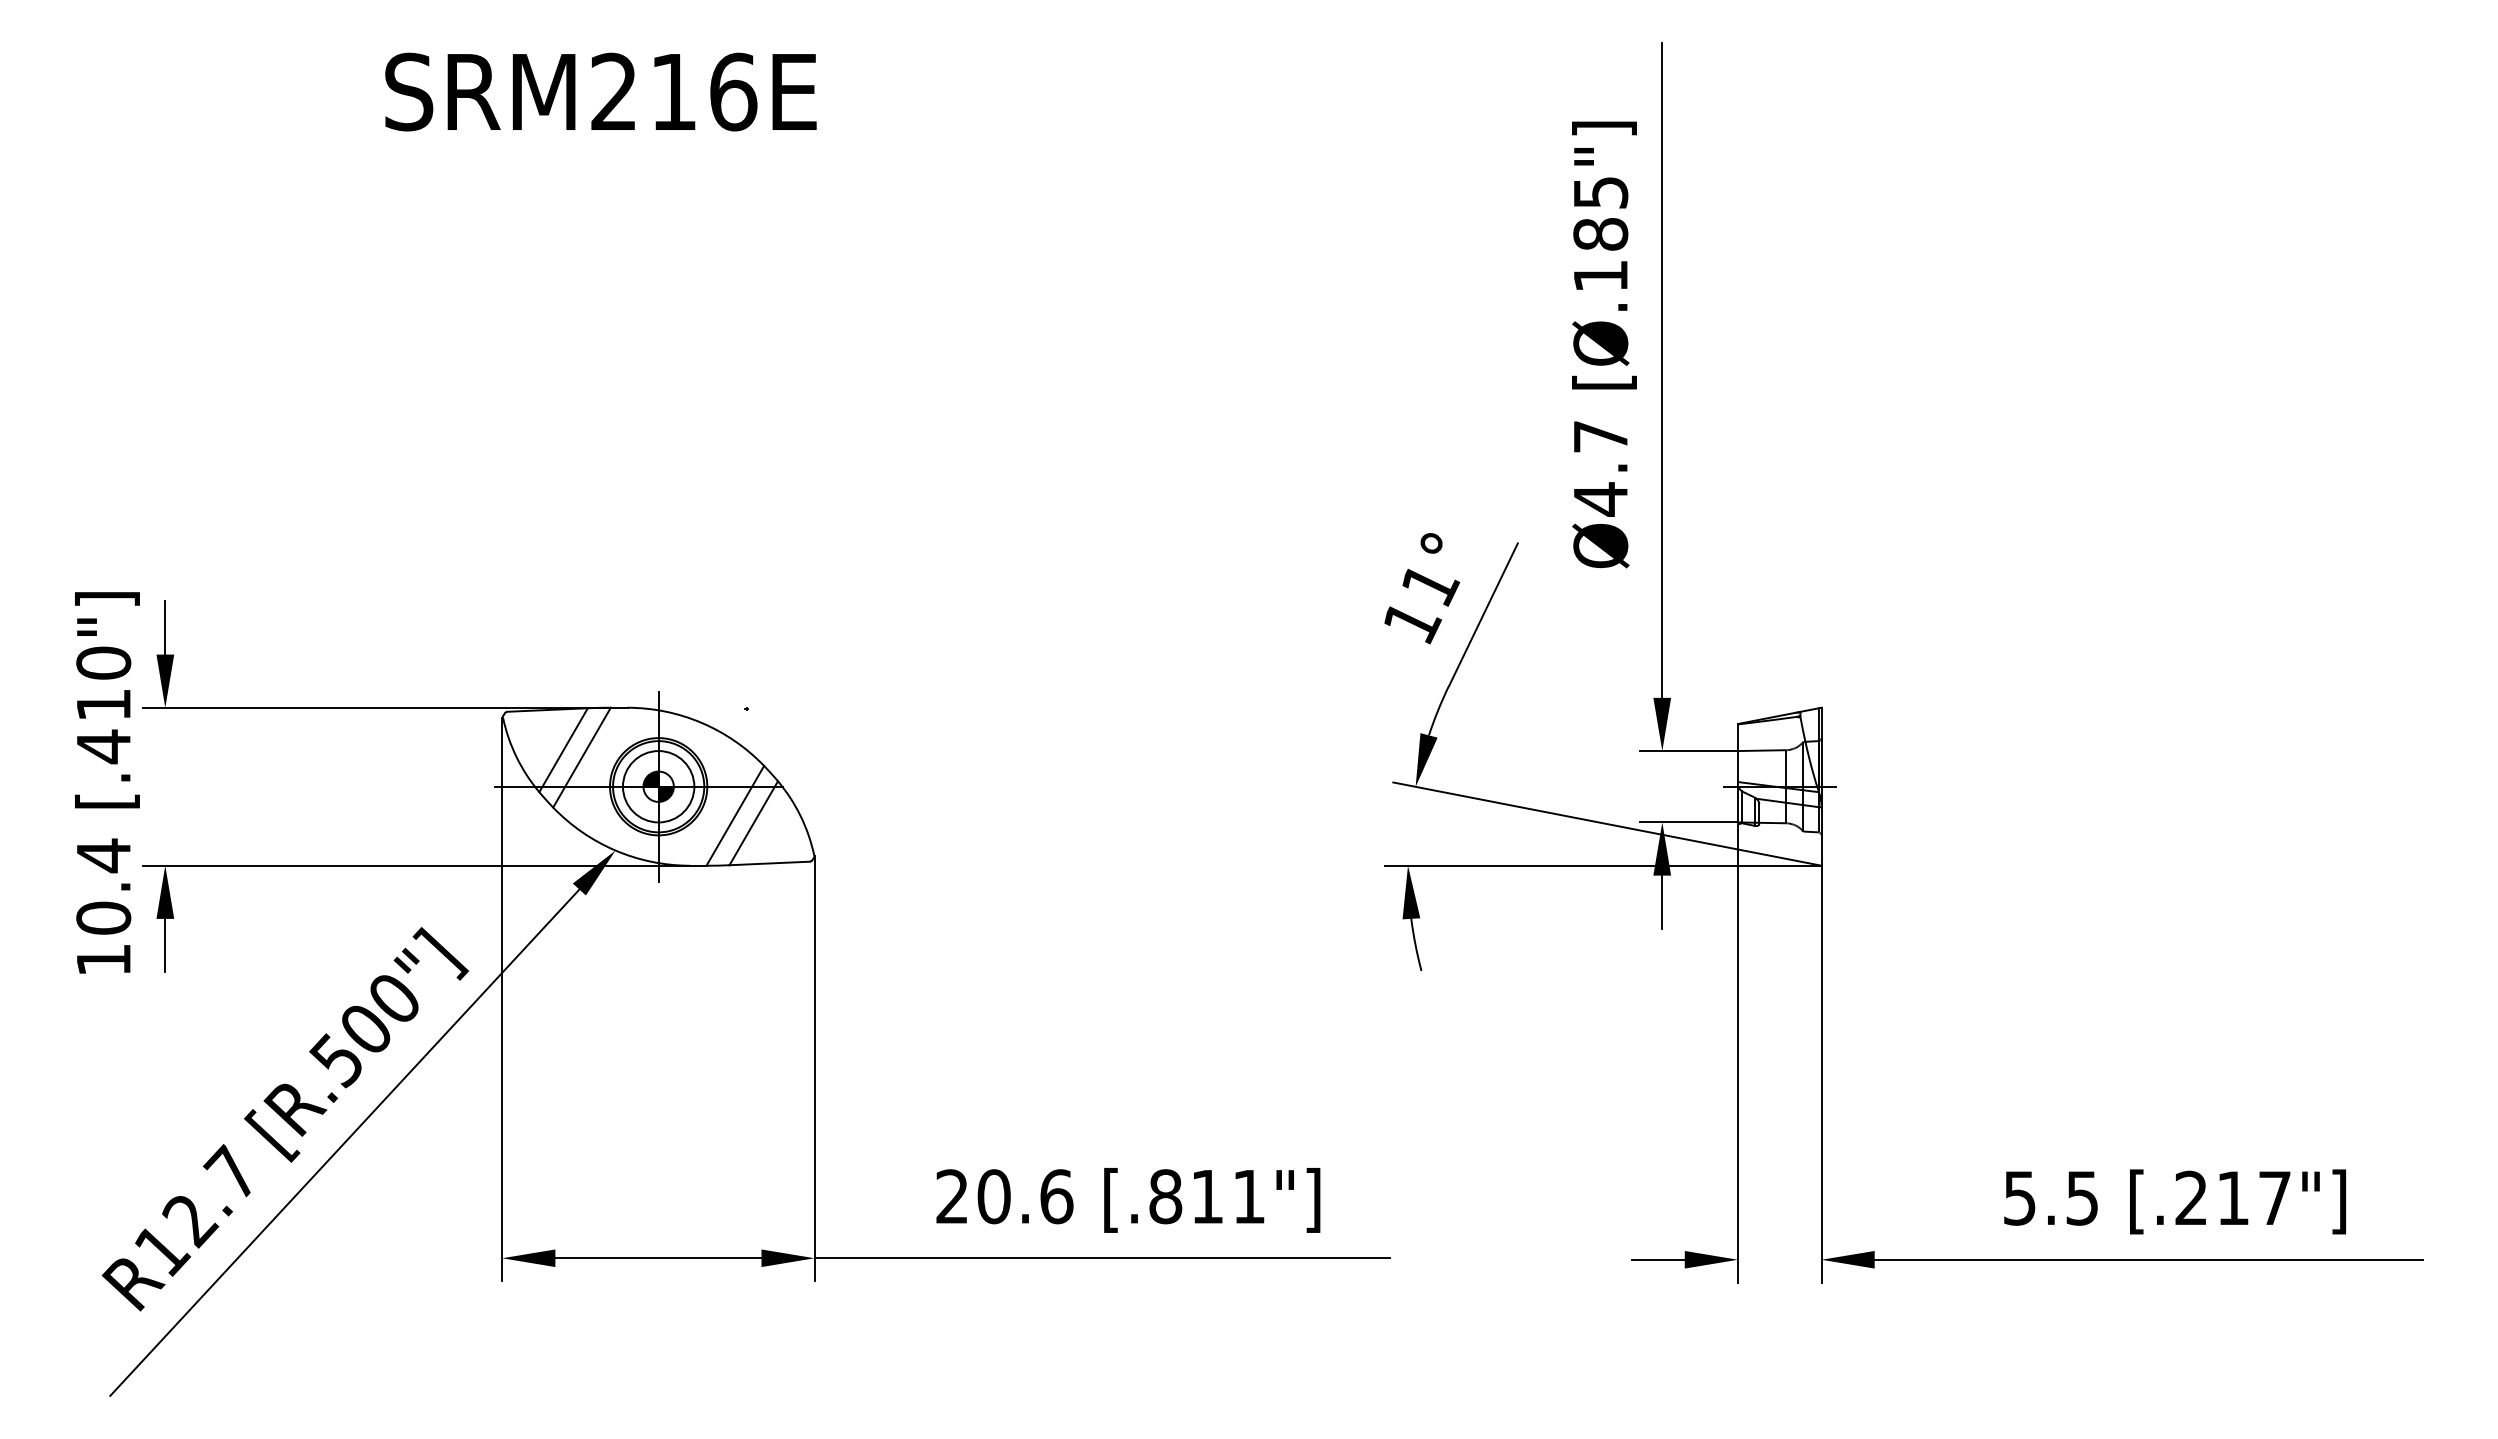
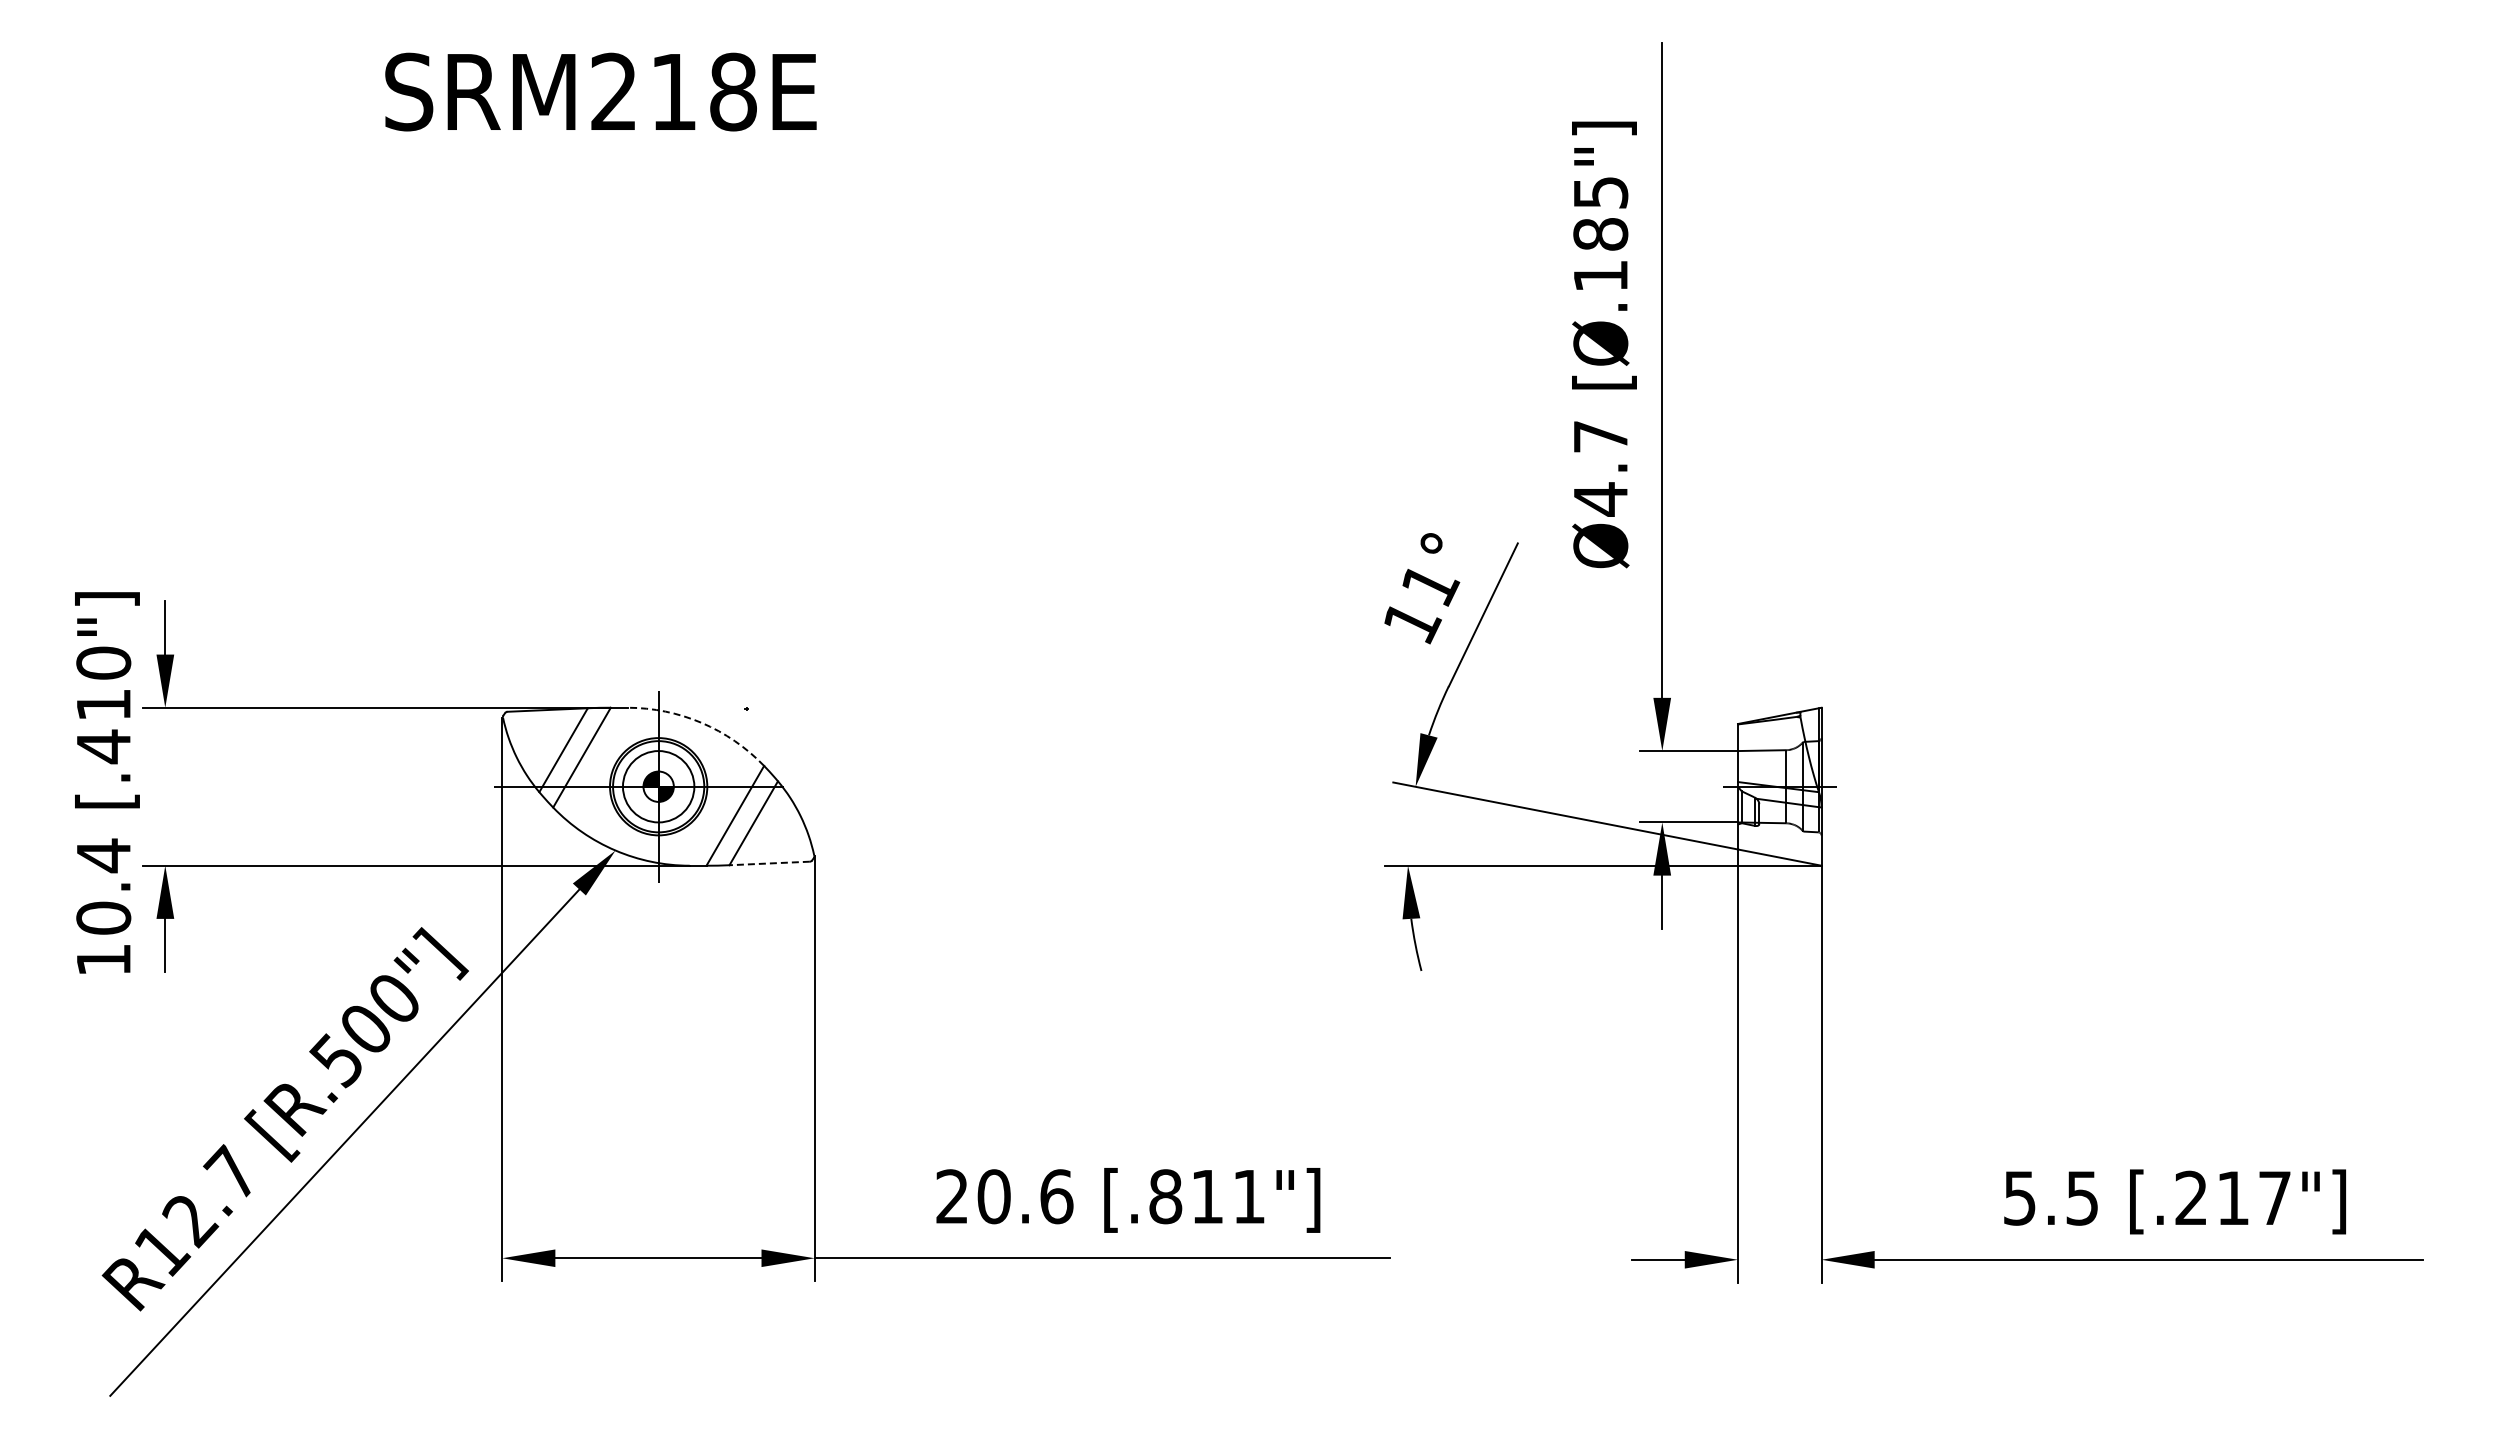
text at (733, 91): SRM216E -> SRM218E
arc at (701, 722): solid -> dashed
line at (769, 863): solid -> dashed
